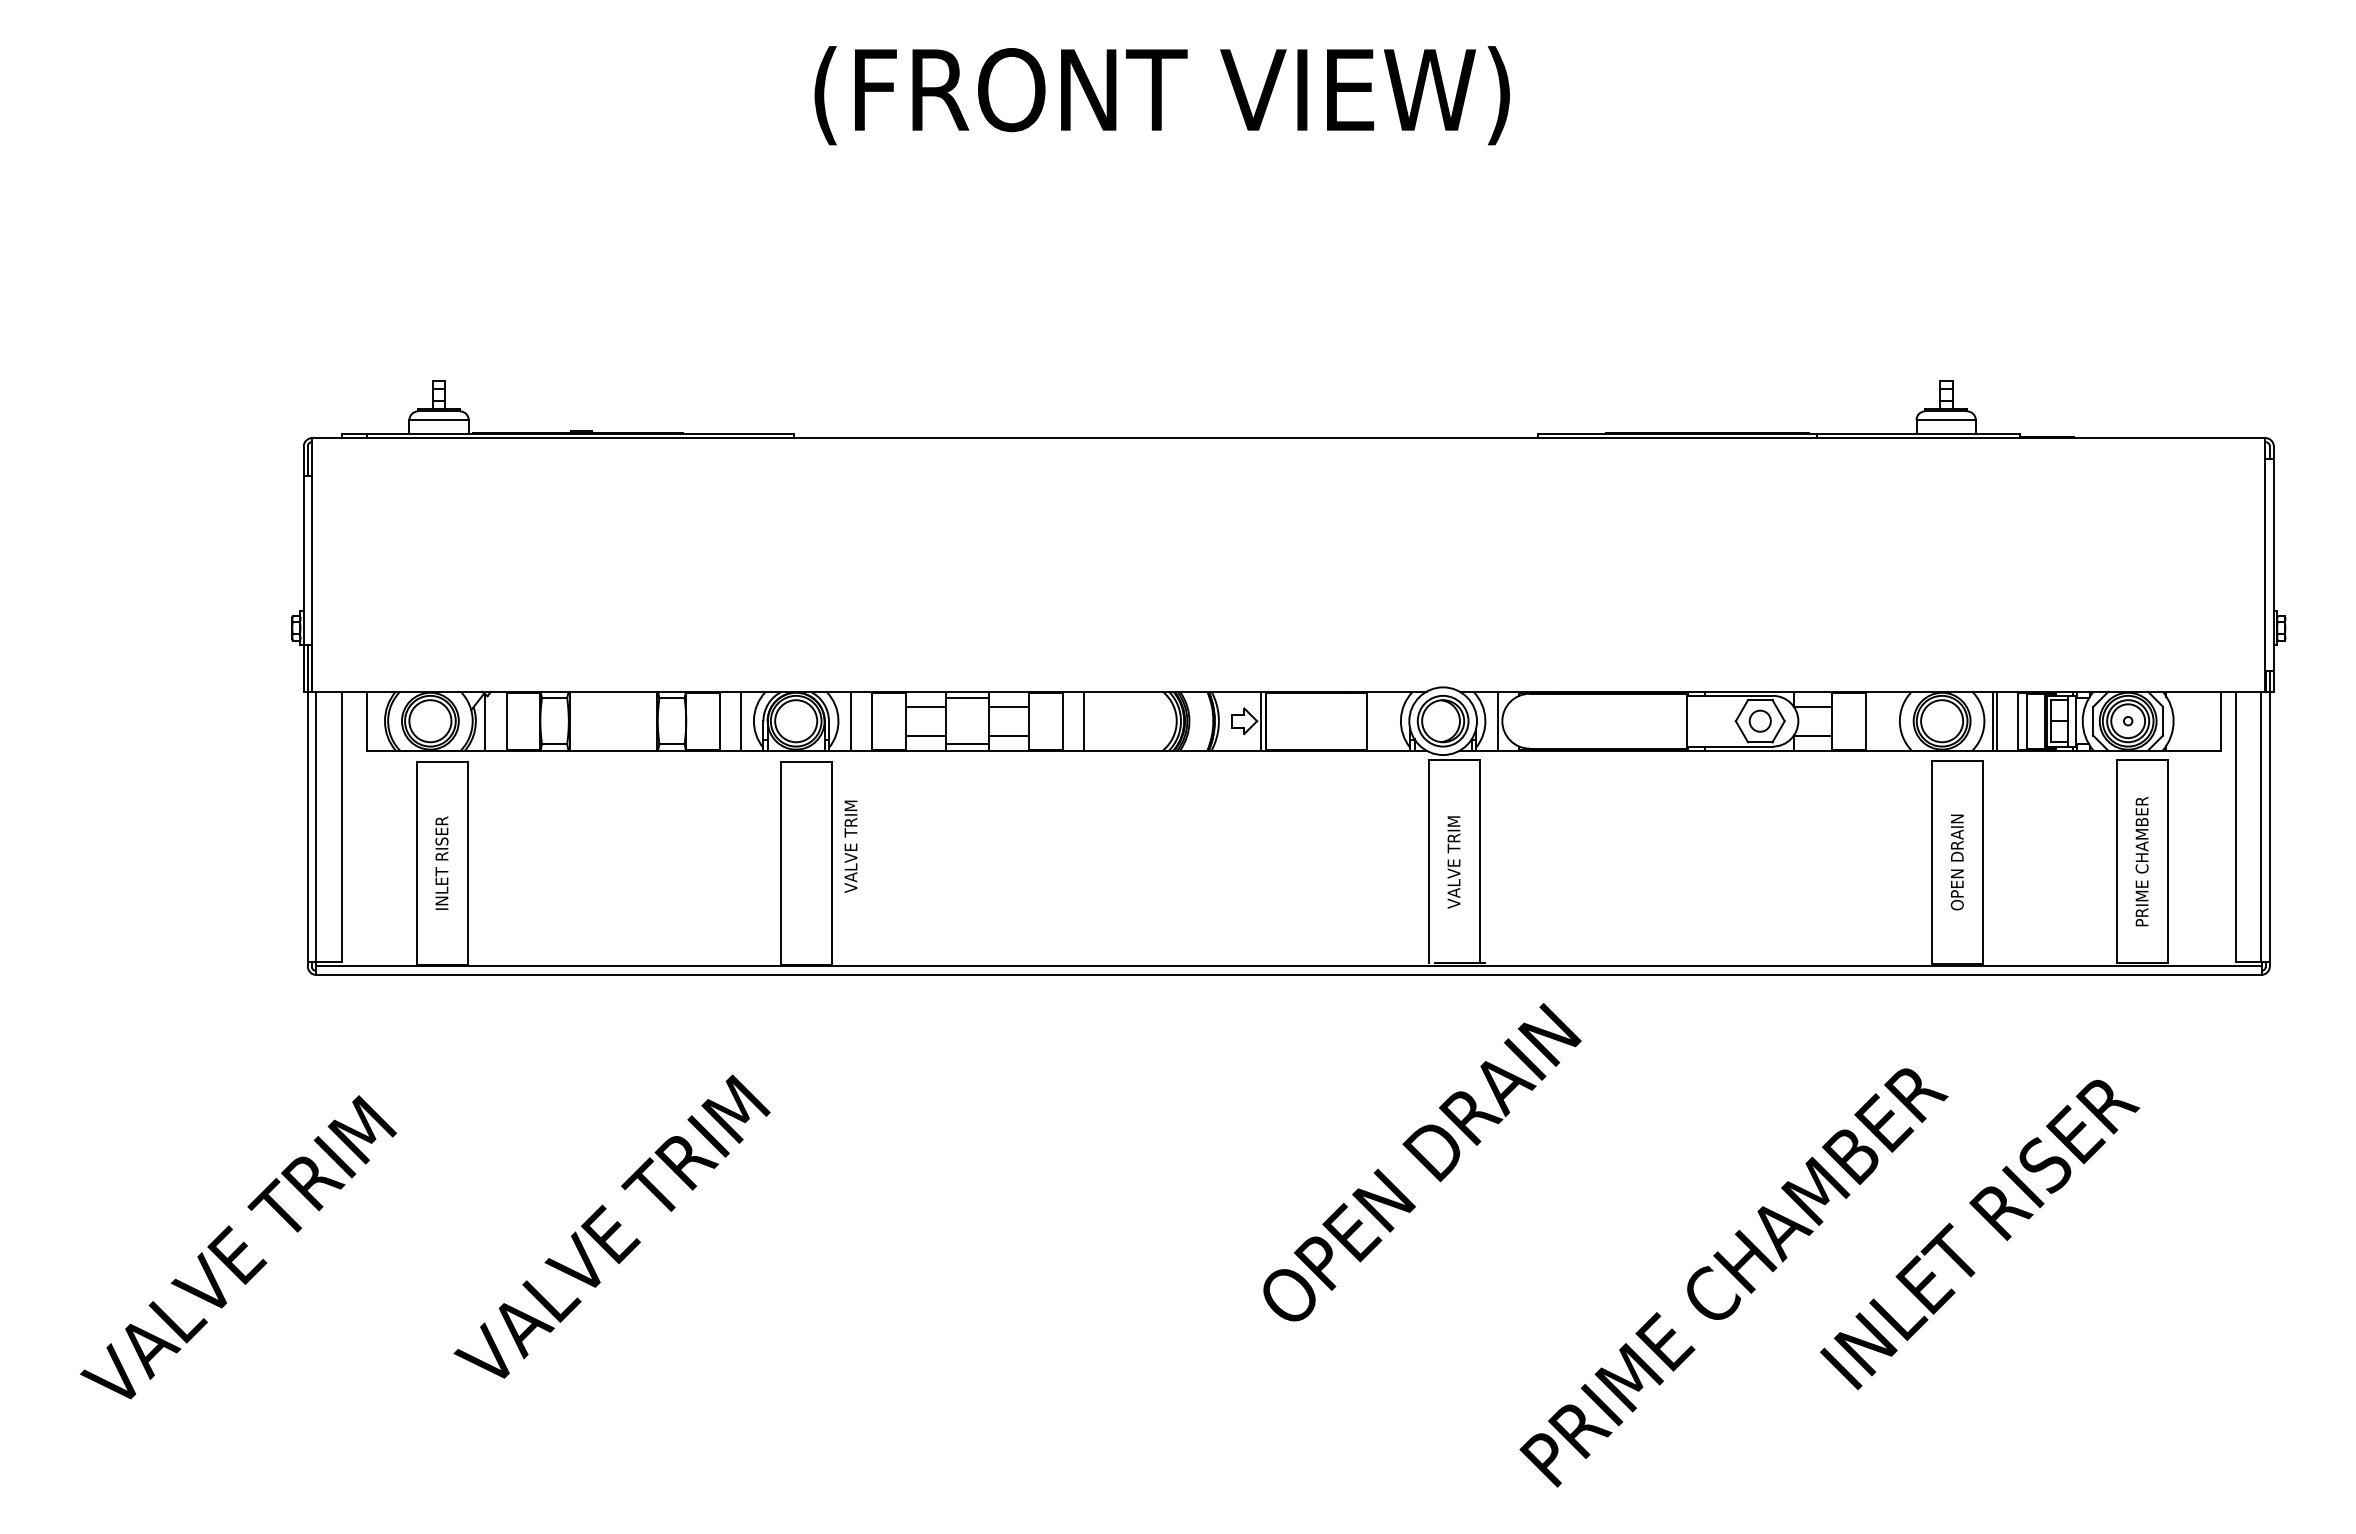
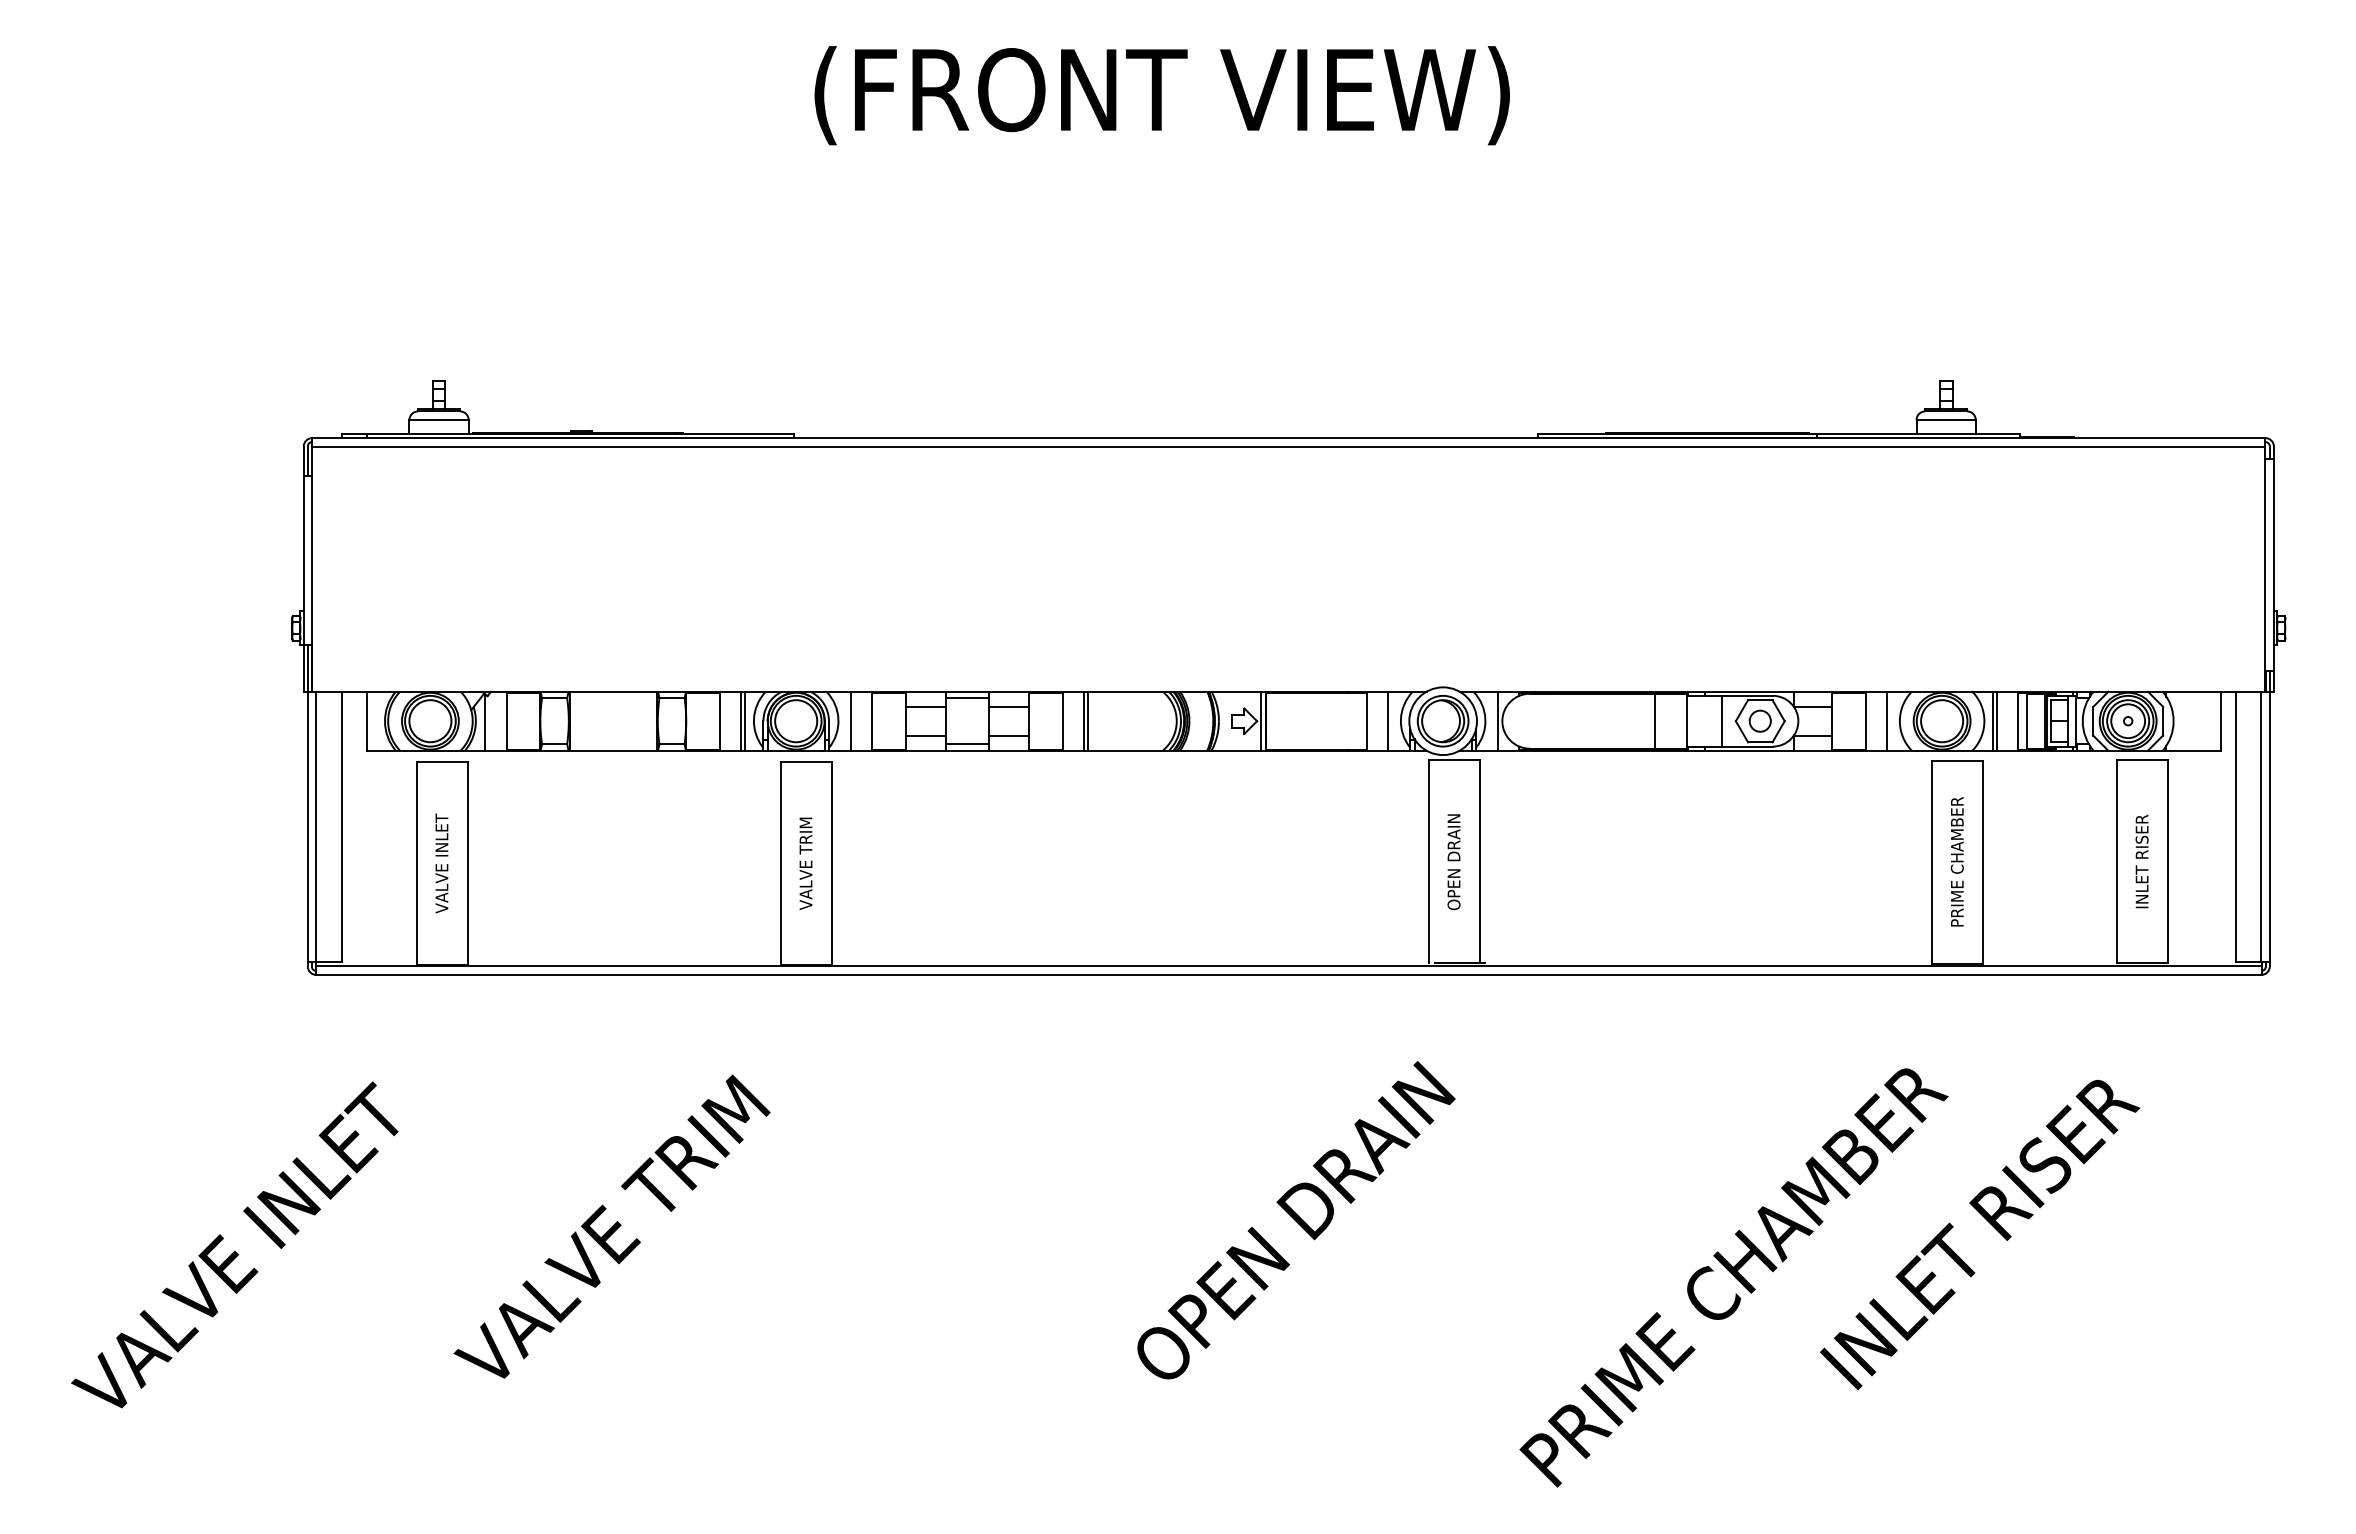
line at (1288, 446): none -> present
line at (745, 720): none -> present
line at (1087, 720): none -> present
line at (1388, 720): none -> present
line at (1655, 720): none -> present
line at (1722, 720): none -> present
line at (1887, 720): none -> present
text at (850, 846) position: (850, 846) -> (805, 863)
text at (1956, 861): OPEN DRAIN -> PRIME CHAMBER
text at (2141, 861): PRIME CHAMBER -> INLET RISER
text at (1453, 862): VALVE TRIM -> OPEN DRAIN
text at (441, 863): INLET RISER -> VALVE INLET
text at (1422, 1162) position: (1422, 1162) -> (1296, 1220)
text at (234, 1244): VALVE TRIM -> VALVE INLET
